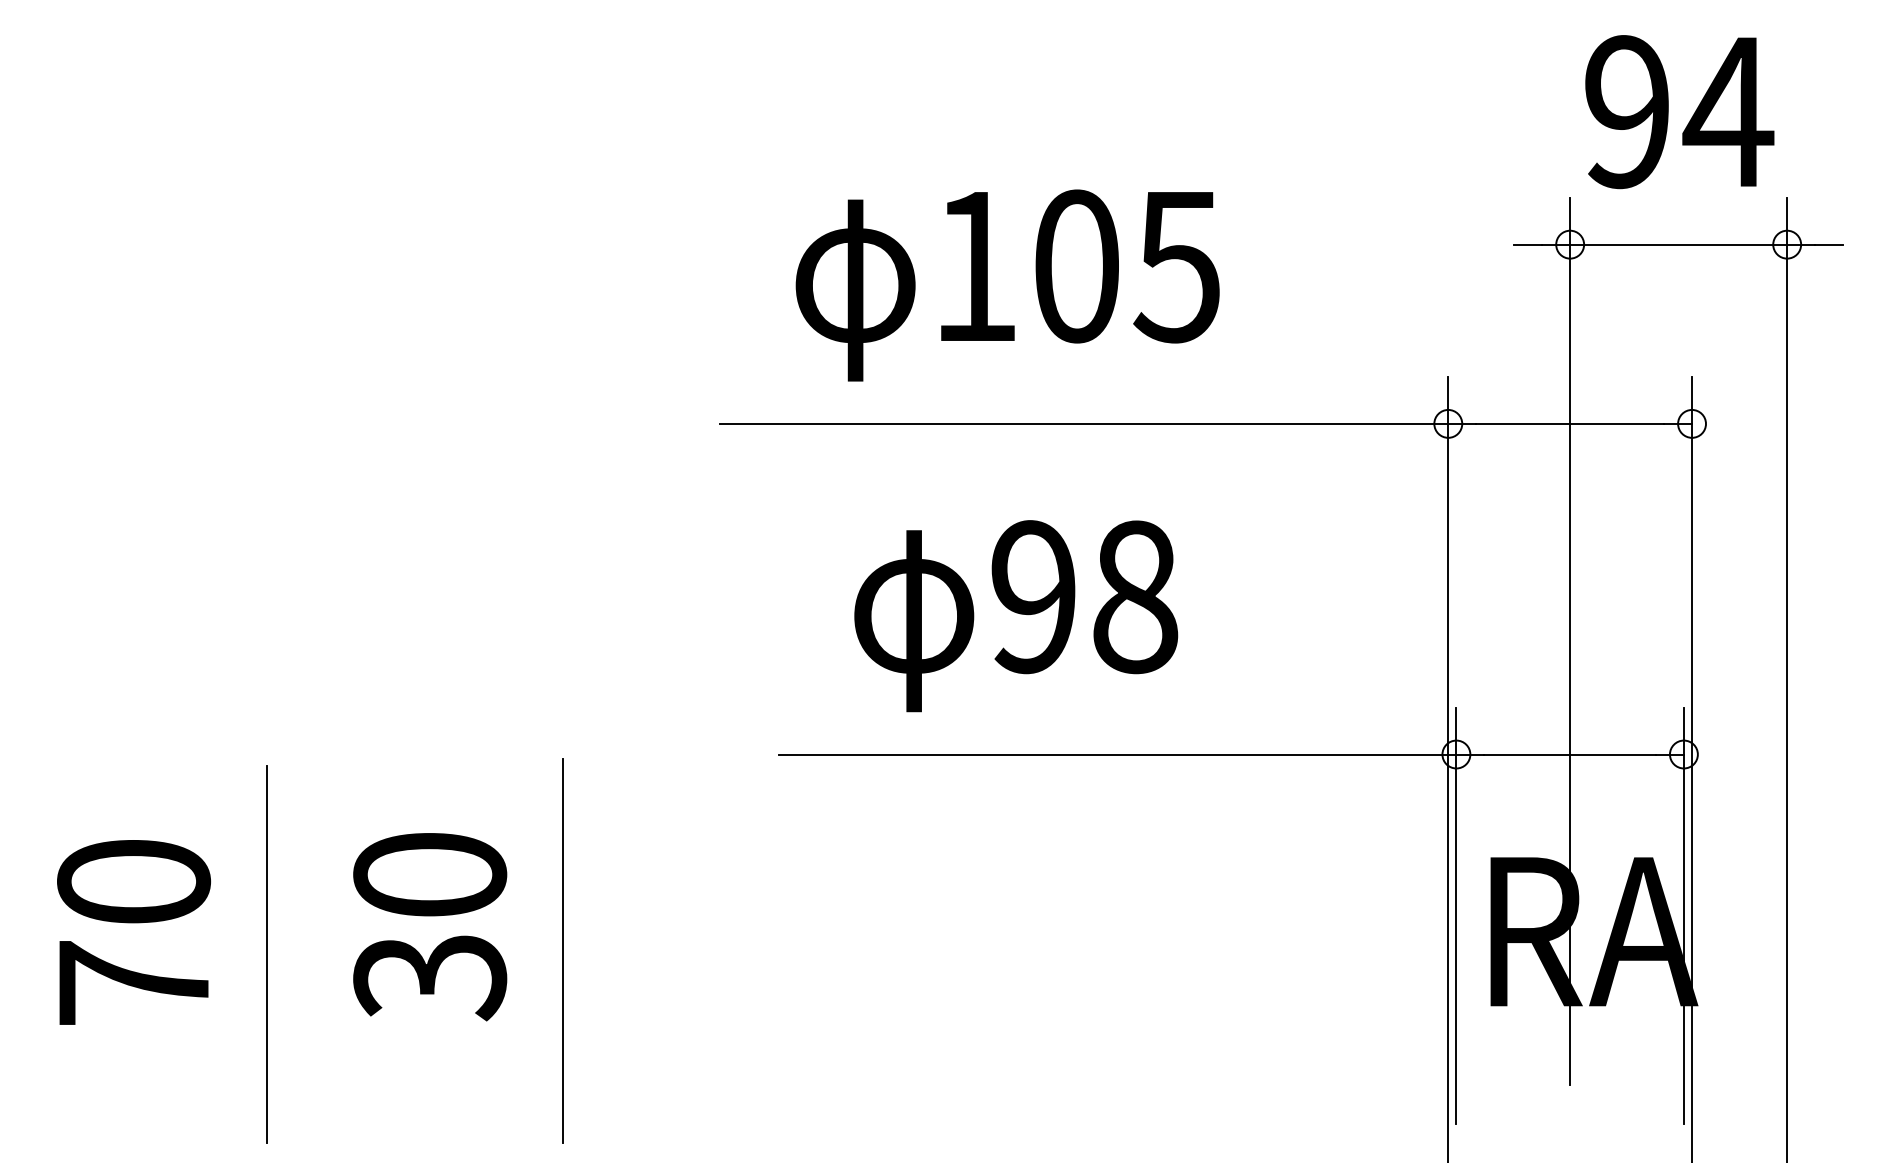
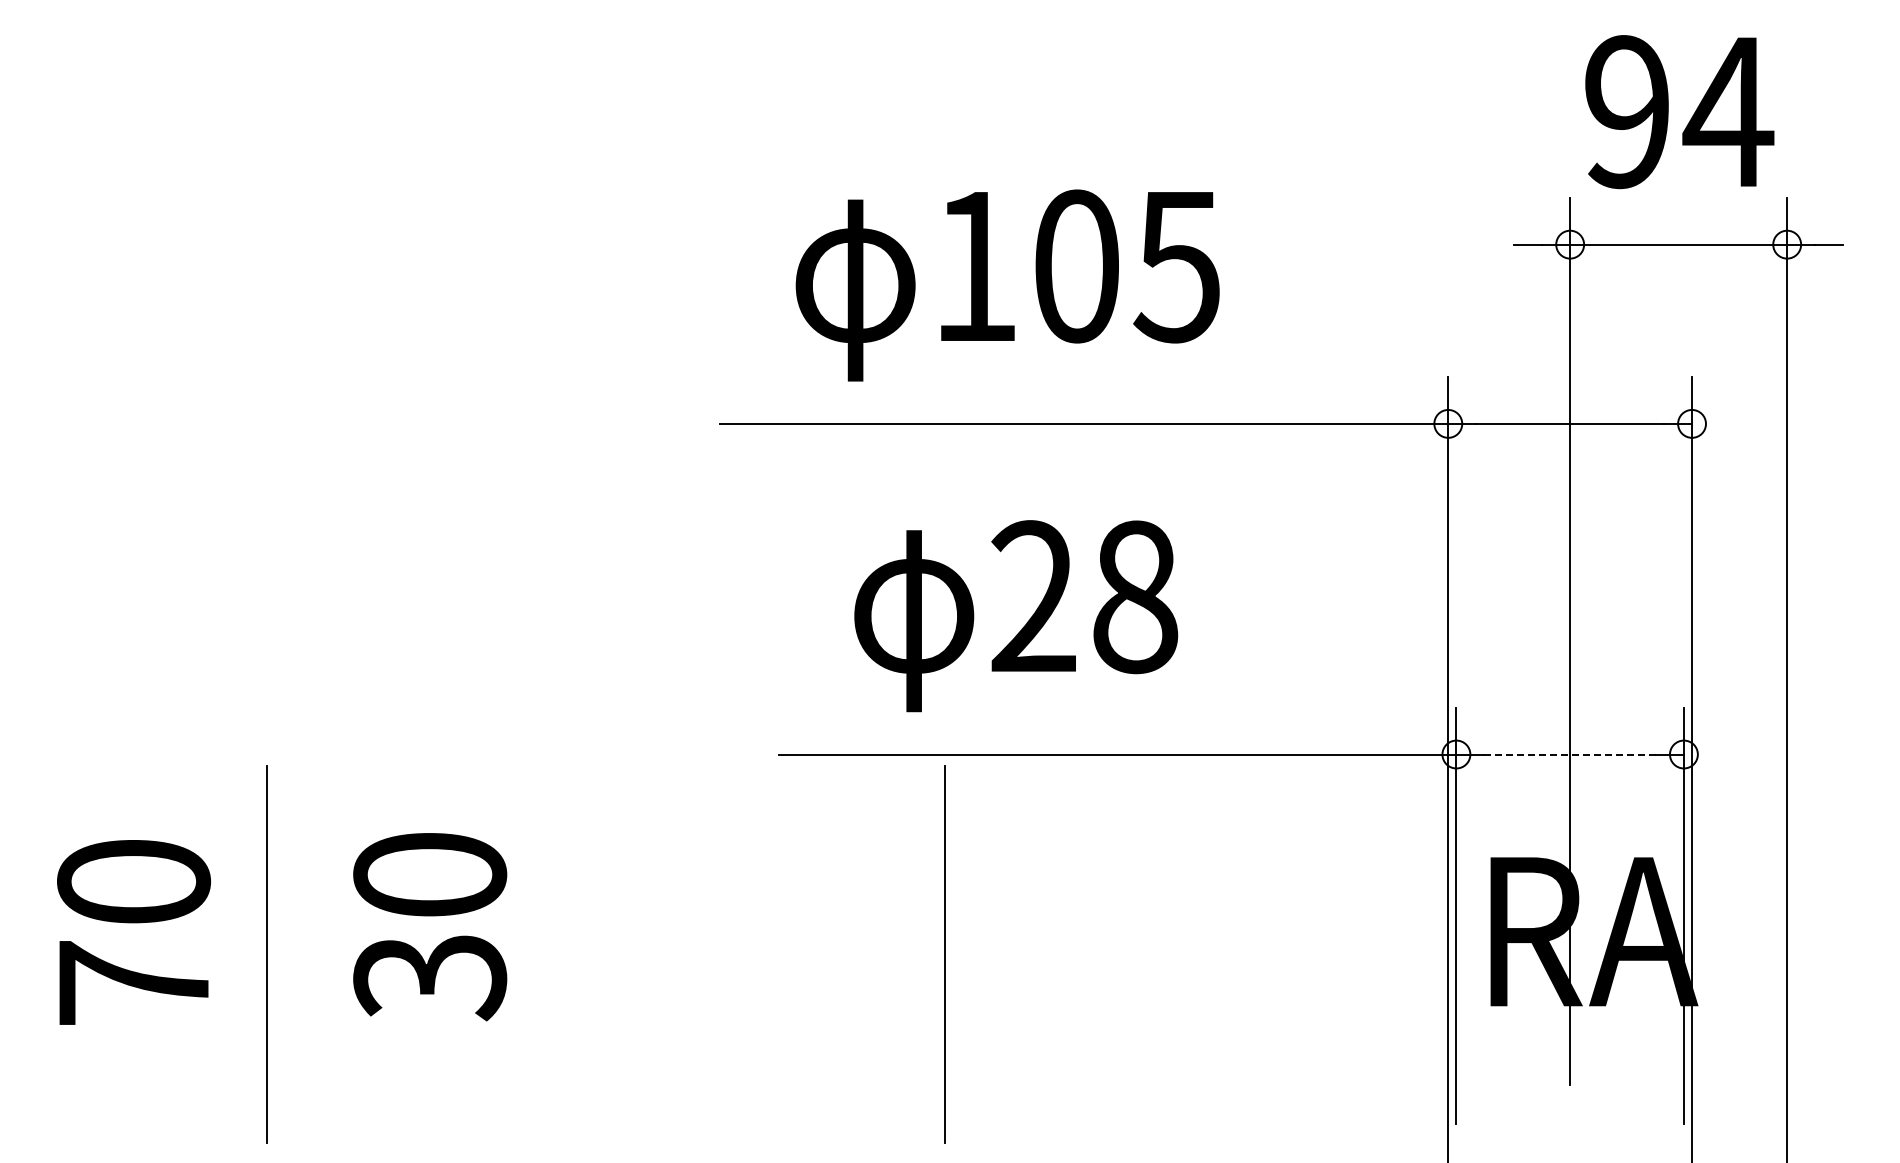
text at (1033, 597): 98 -> 28
line at (1570, 754): solid -> dashed
line at (562, 950): present -> none
line at (944, 954): none -> present
